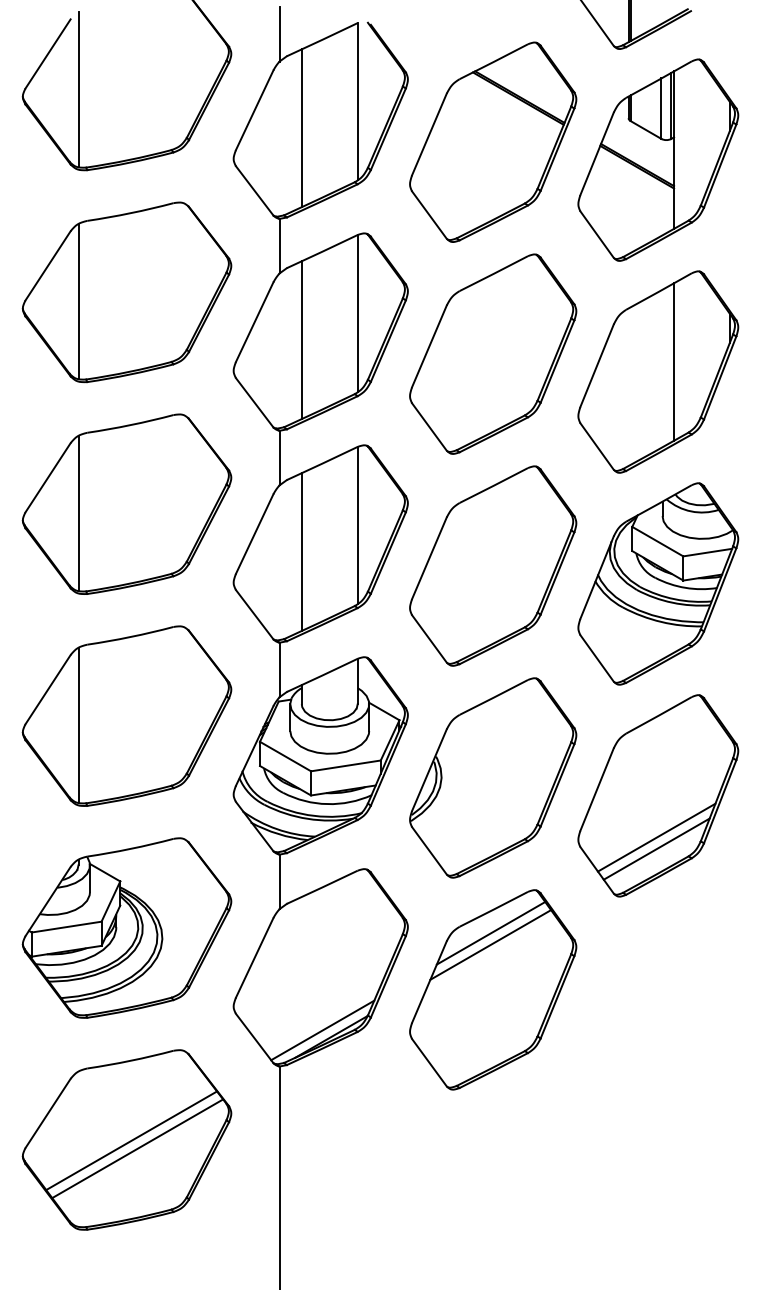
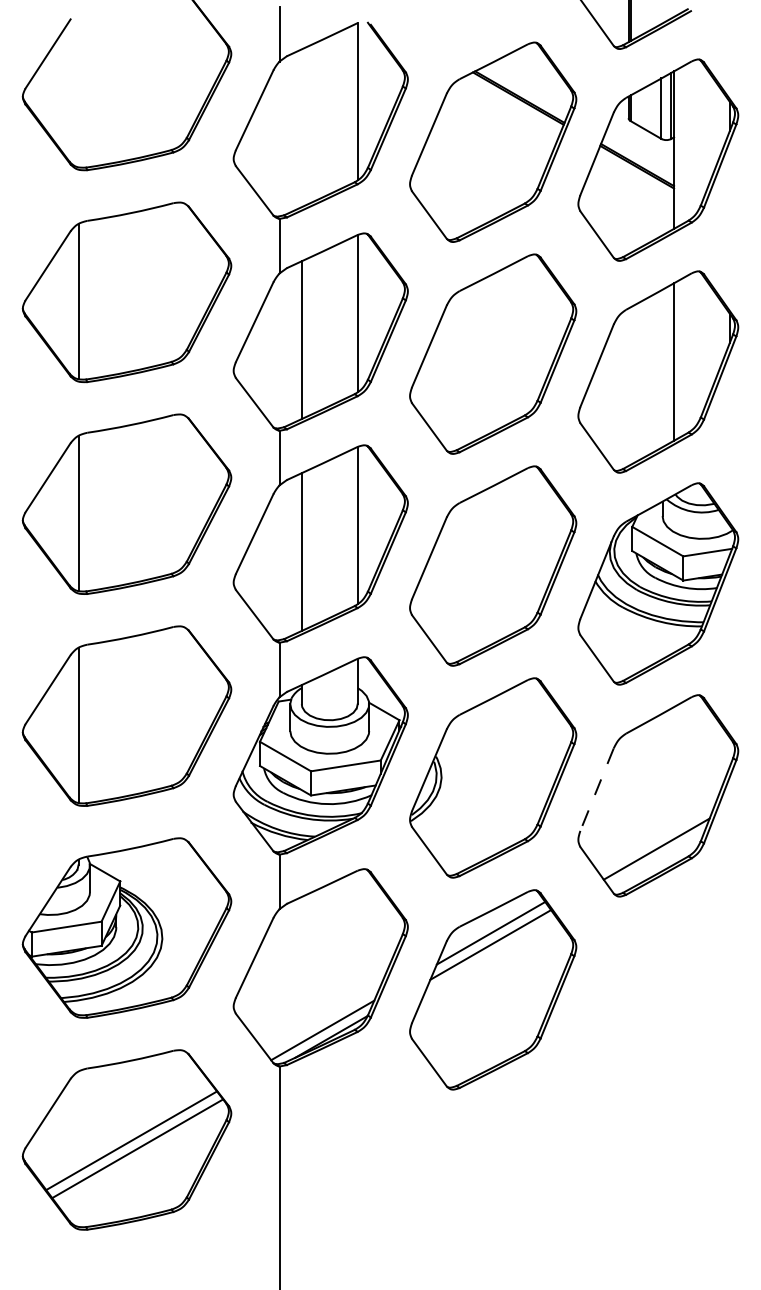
line at (78, 89): present -> none
line at (301, 128): present -> none
line at (596, 790): solid -> dashed
line at (656, 837): present -> none
